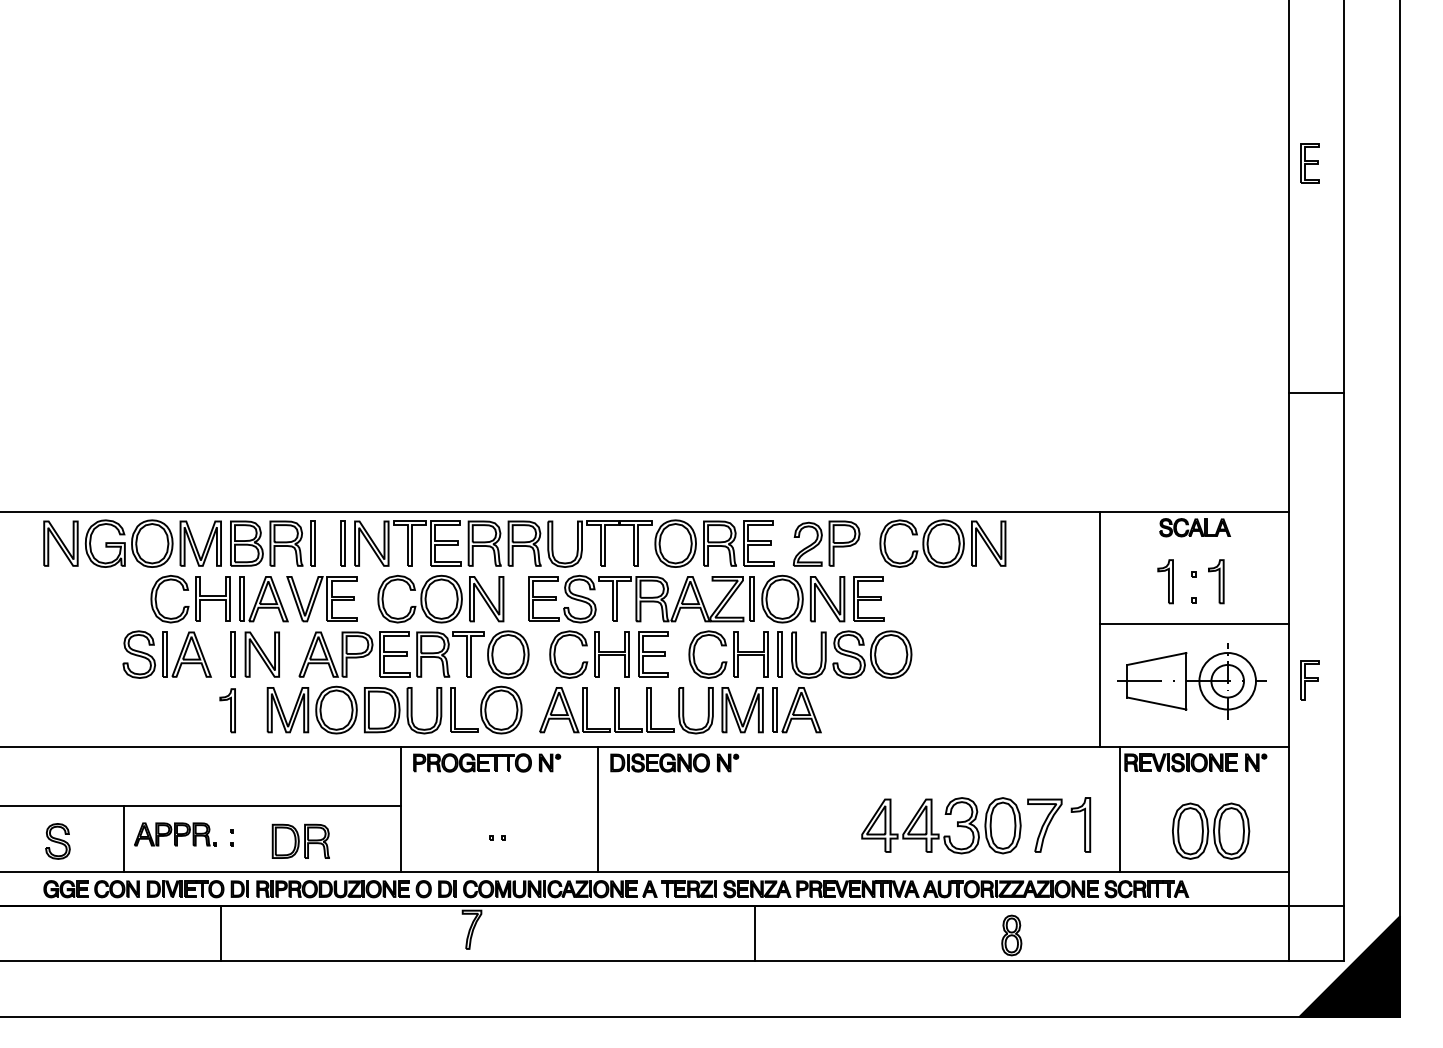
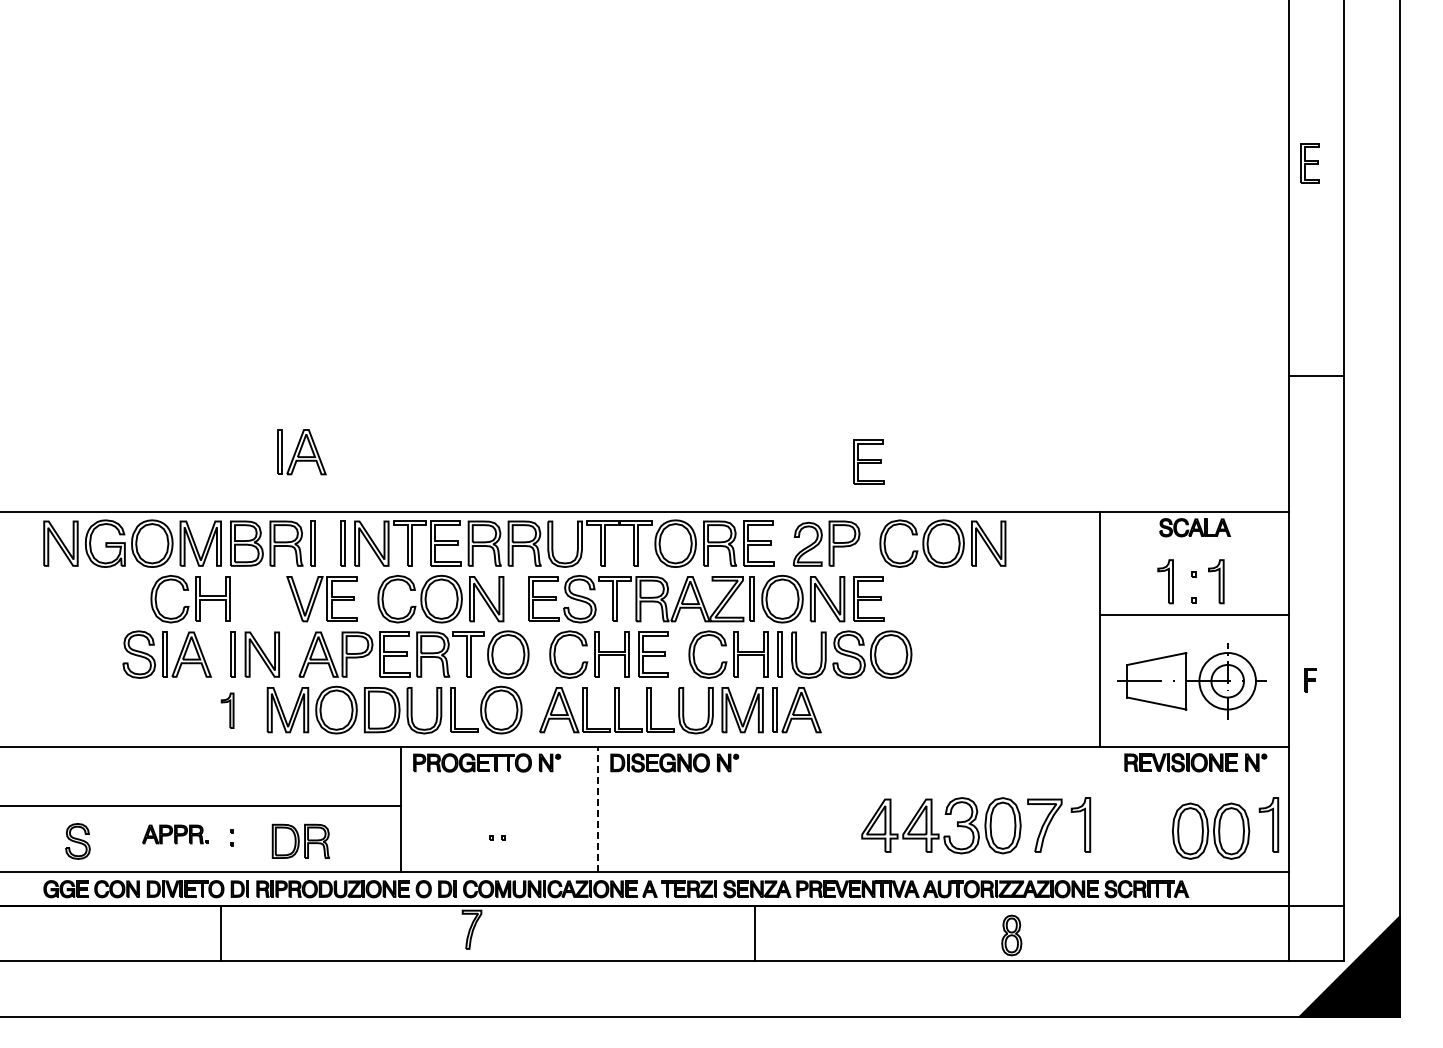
line at (1316, 393) position: (1316, 393) -> (1316, 376)
part at (868, 461): none -> present
part at (263, 599) position: (263, 599) -> (301, 452)
line at (1194, 623) position: (1194, 623) -> (1194, 614)
part at (1309, 680) size: 20x41 px -> 13x25 px
part at (227, 710) size: 17x46 px -> 15x37 px
line at (598, 809): solid -> dashed
line at (1120, 809): present -> none
part at (1268, 824): none -> present
part at (175, 834) size: 83x25 px -> 67x21 px
line at (123, 838): present -> none
part at (57, 841) position: (57, 841) -> (77, 841)
